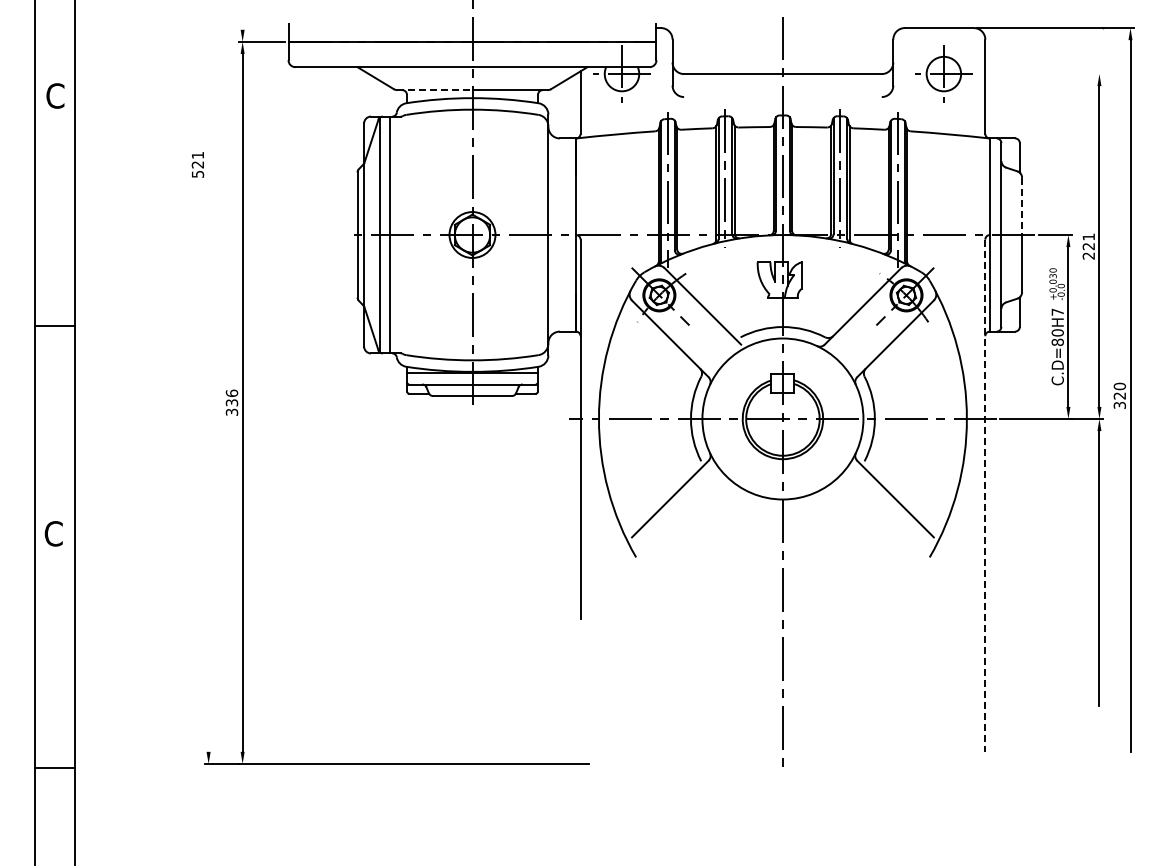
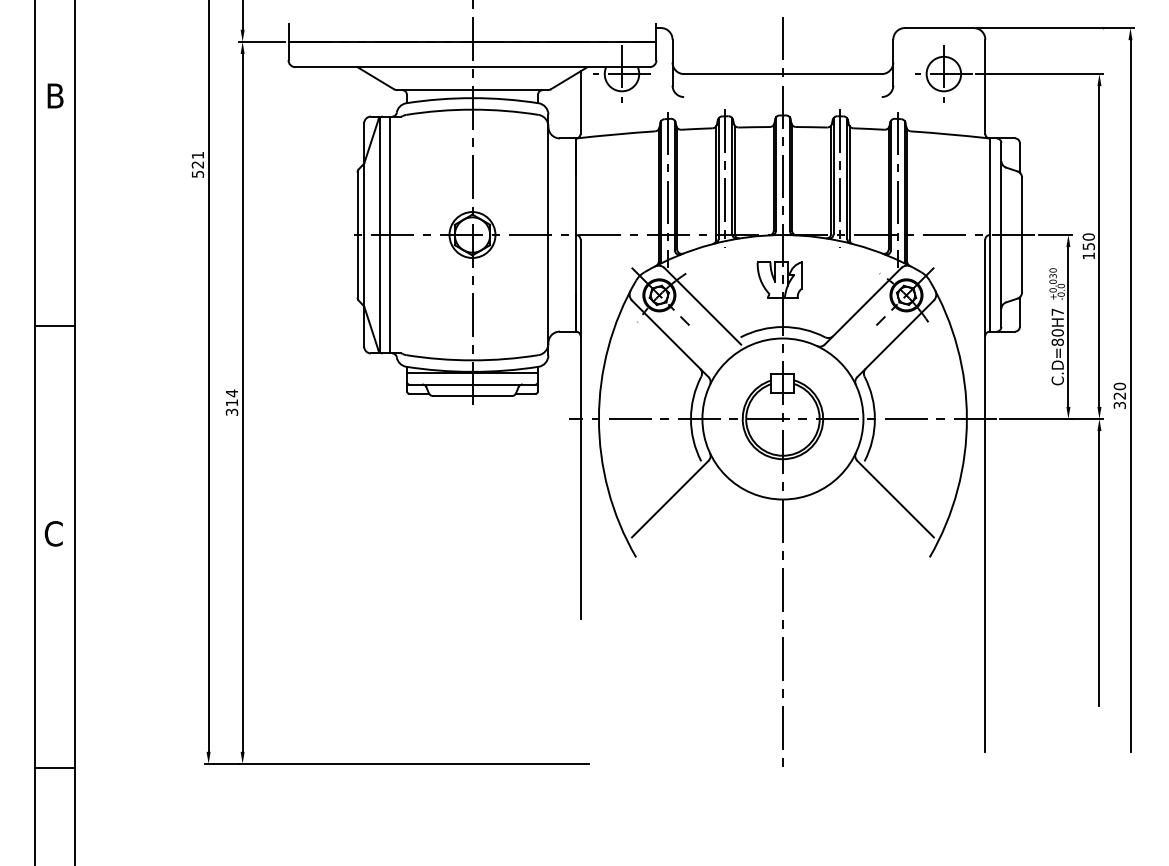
line at (242, 15): none -> present
line at (1039, 74): none -> present
line at (434, 90): dashed -> solid
text at (55, 95): C -> B
line at (1022, 206): dashed -> solid
text at (1088, 246): 221 -> 150
line at (208, 376): none -> present
text at (231, 397): 336 -> 314
line at (985, 496): dashed -> solid
